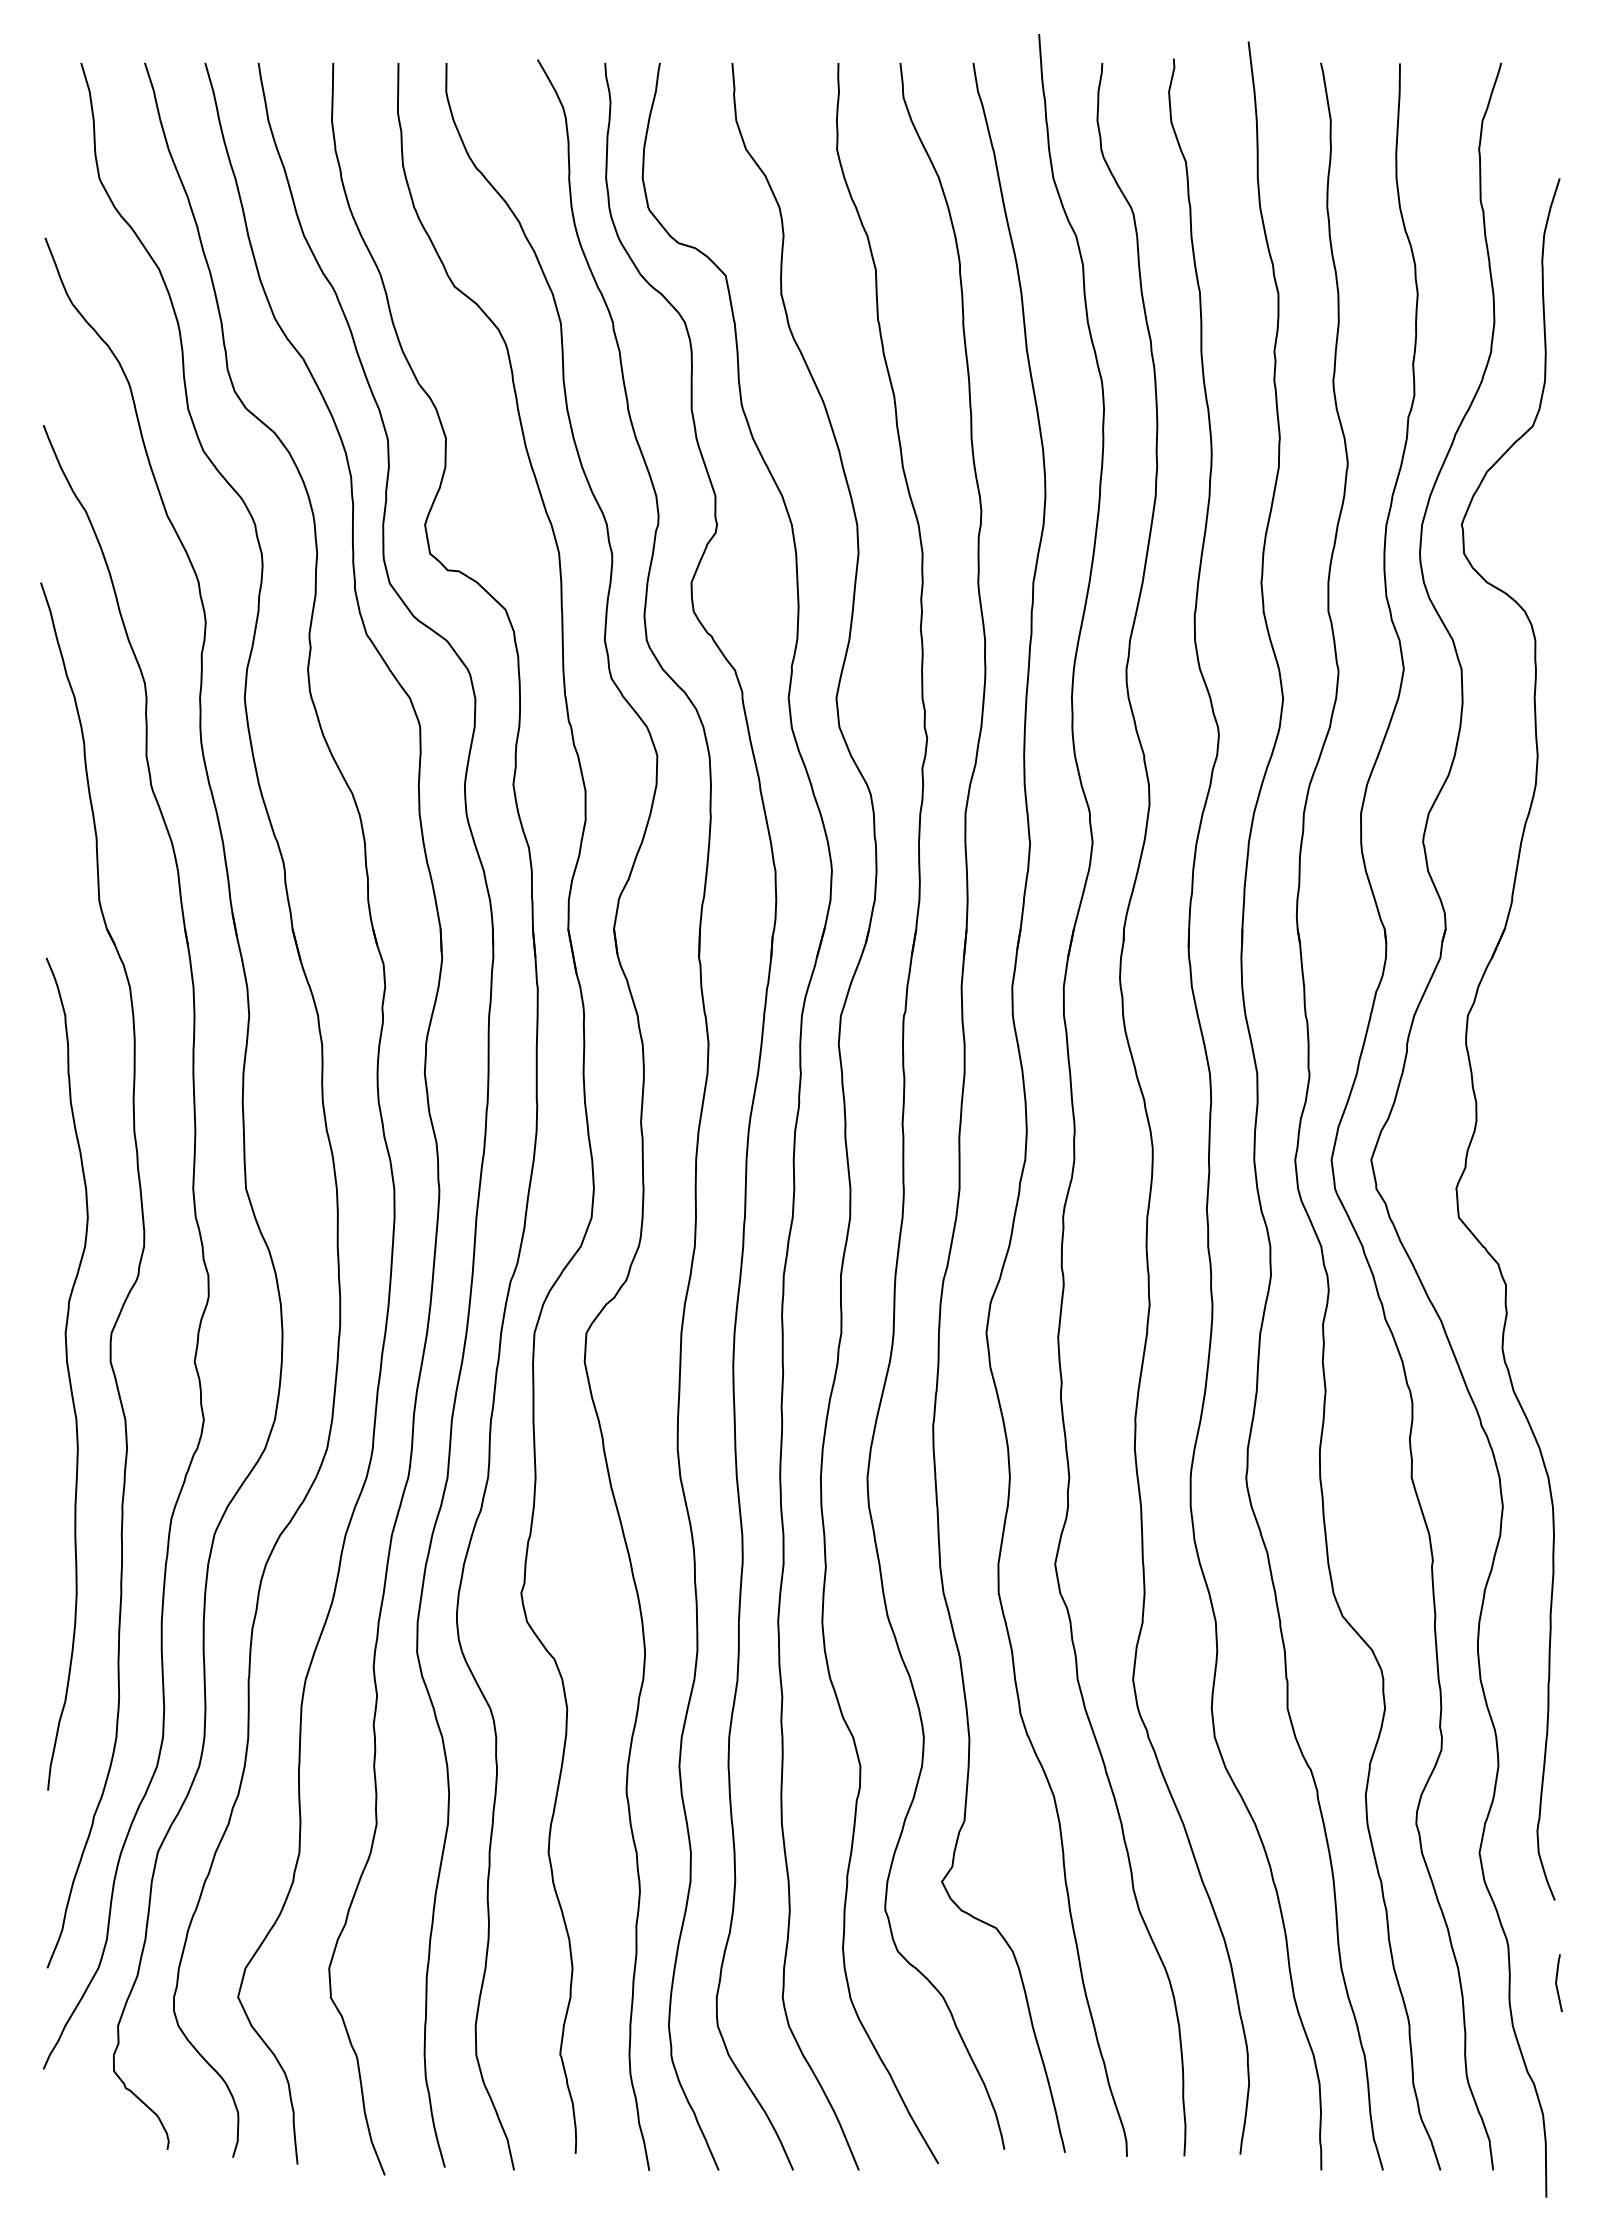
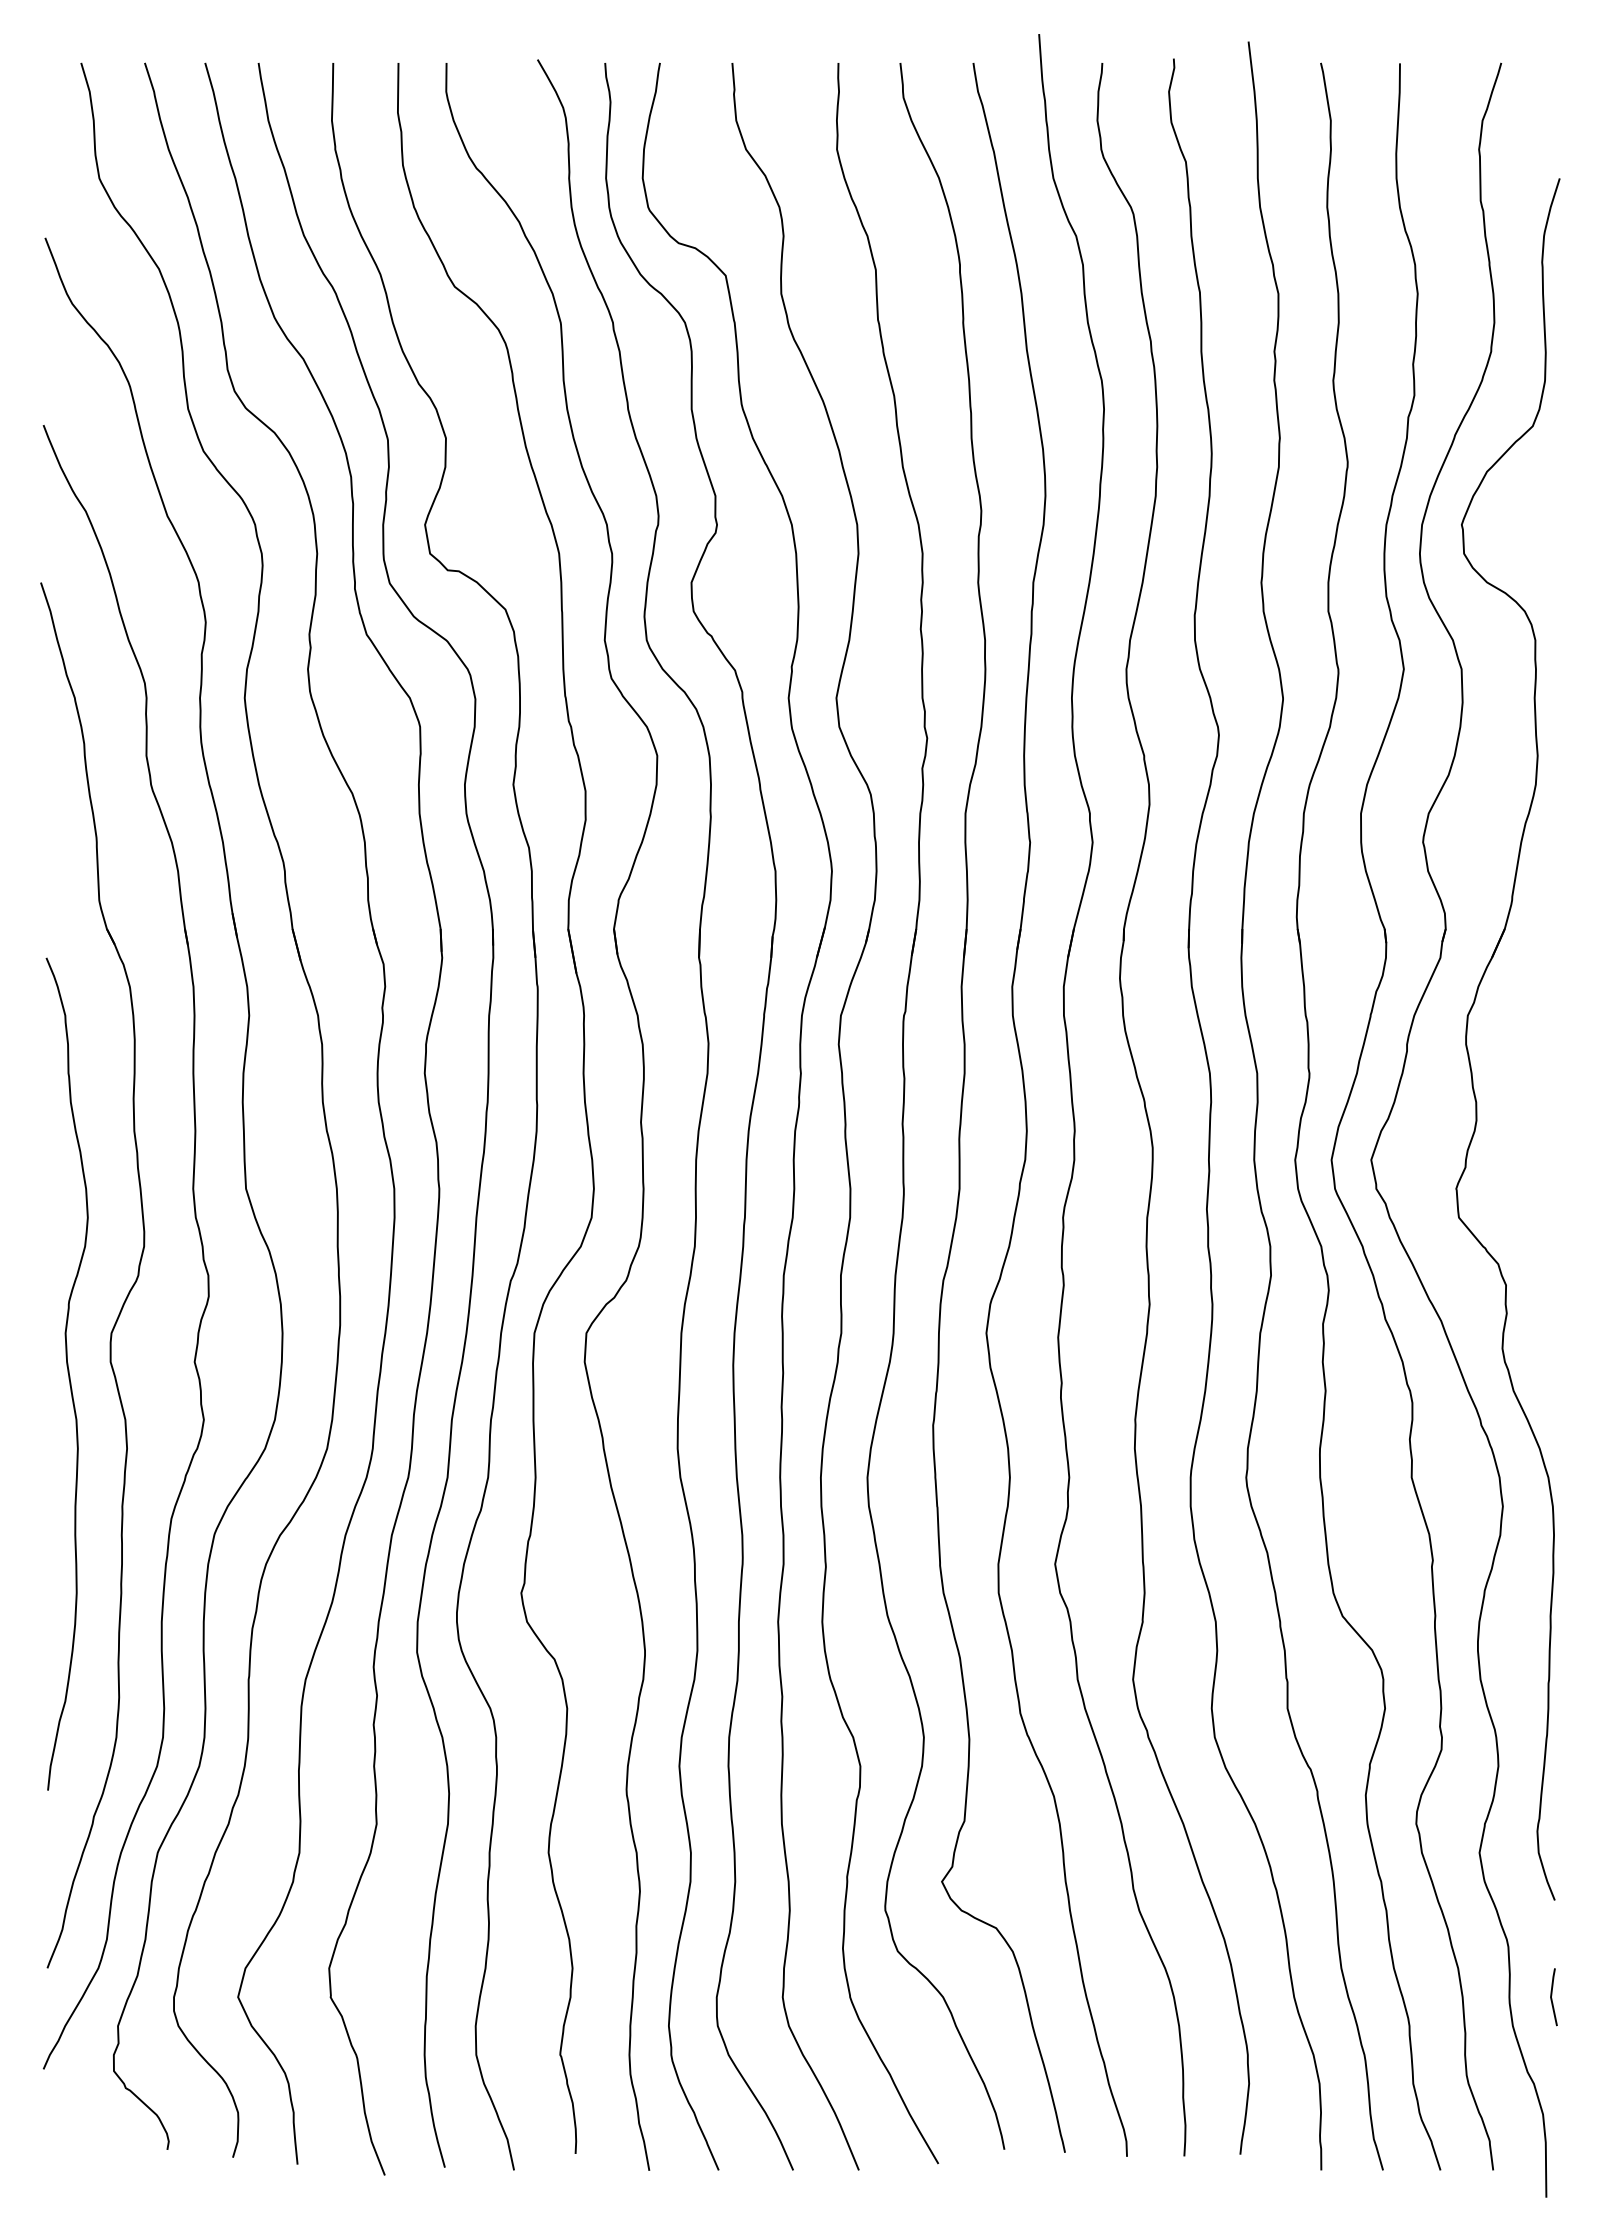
line at (1557, 1984) position: (1557, 1984) -> (1552, 1998)
